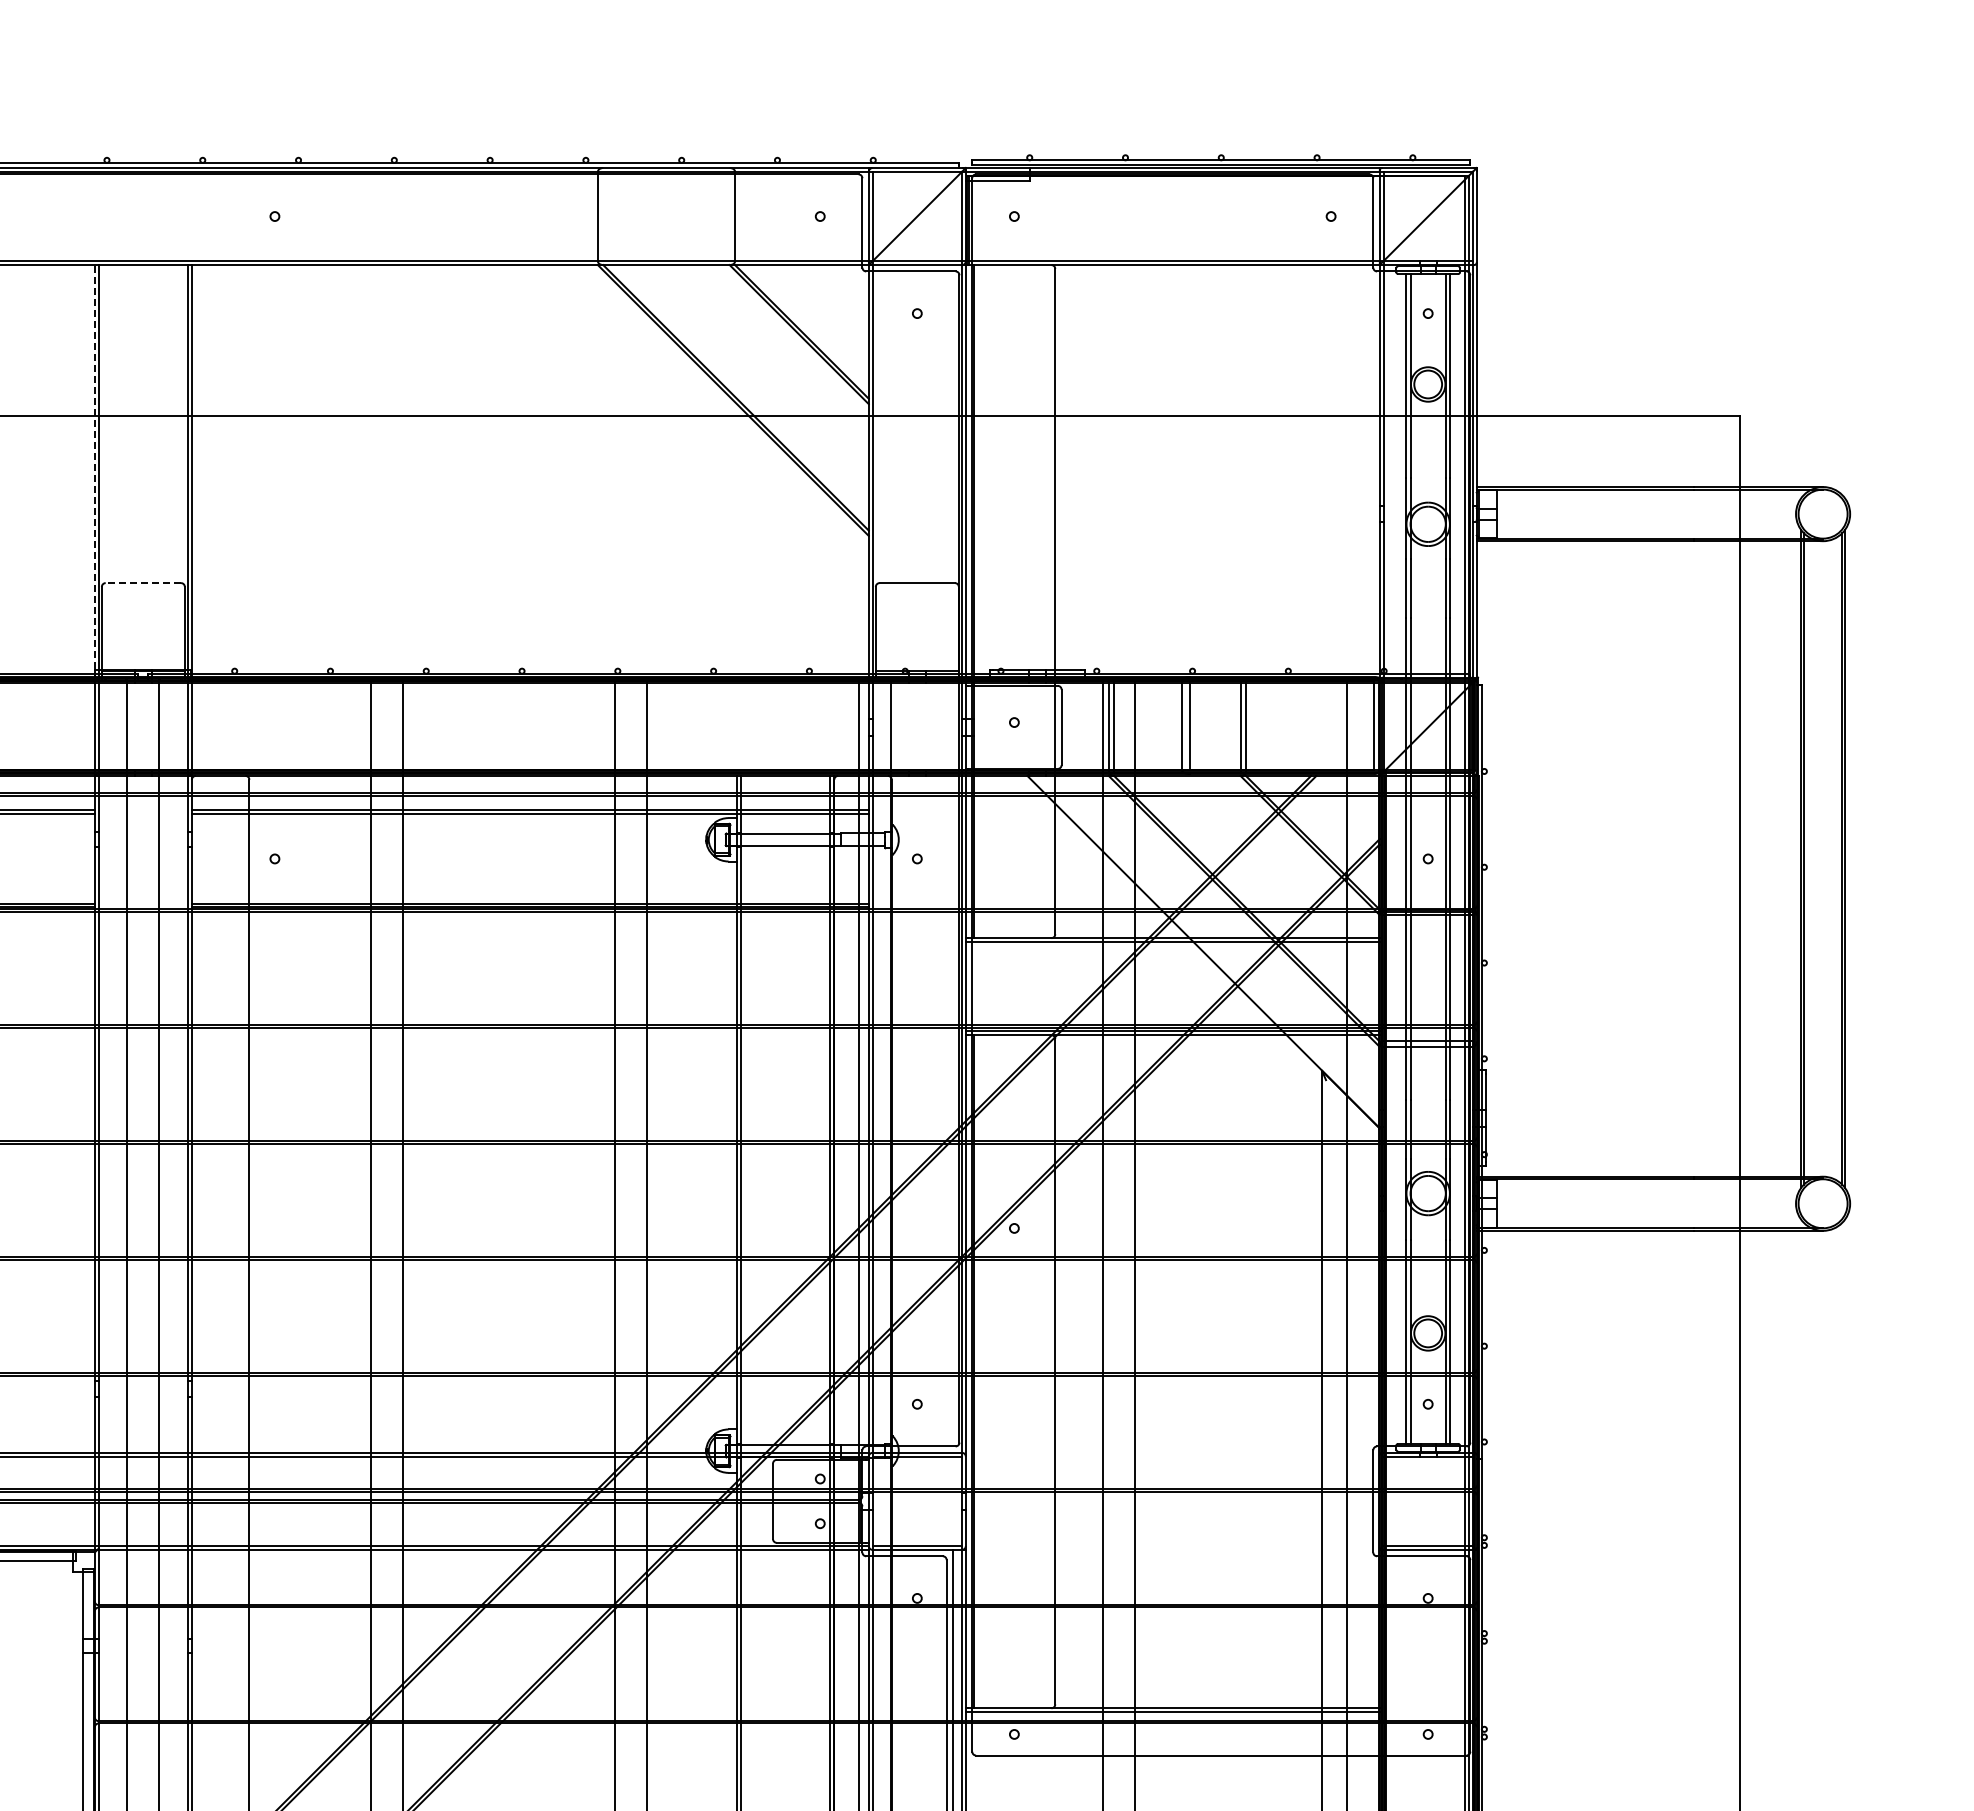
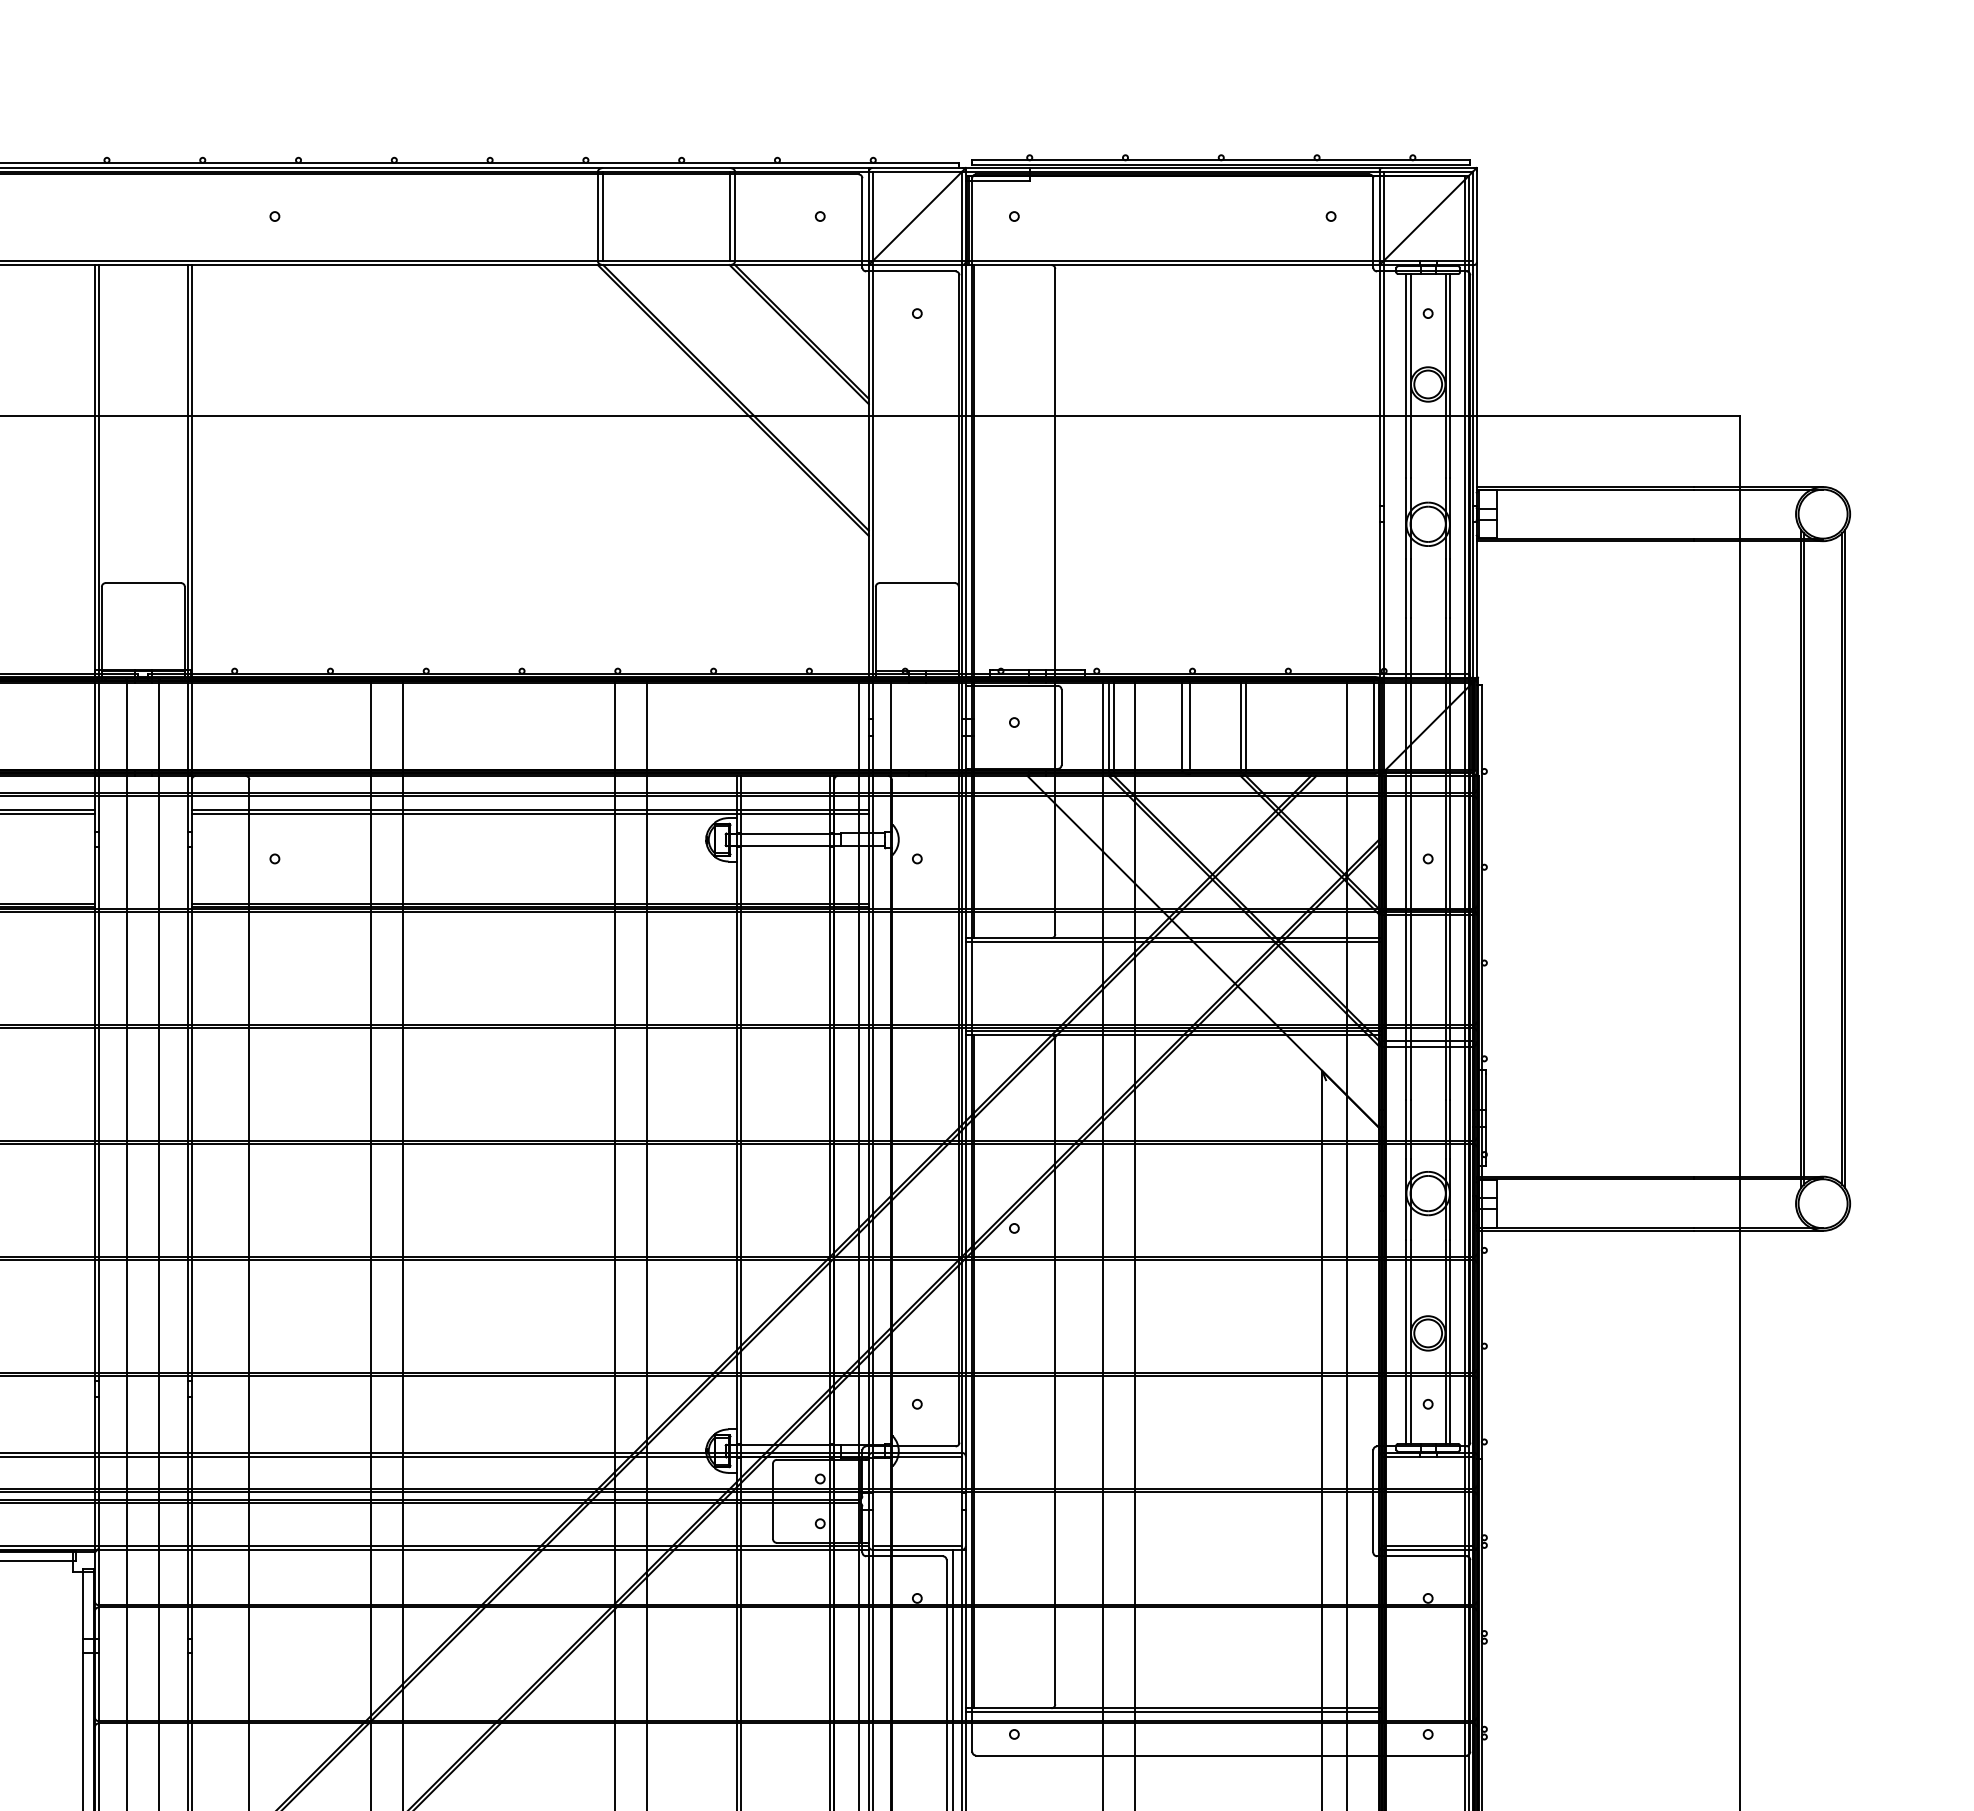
line at (603, 216): none -> present
line at (729, 216): none -> present
line at (94, 471): dashed -> solid
line at (143, 583): dashed -> solid
